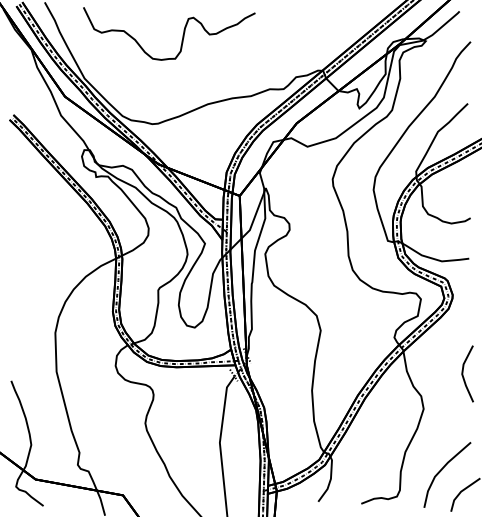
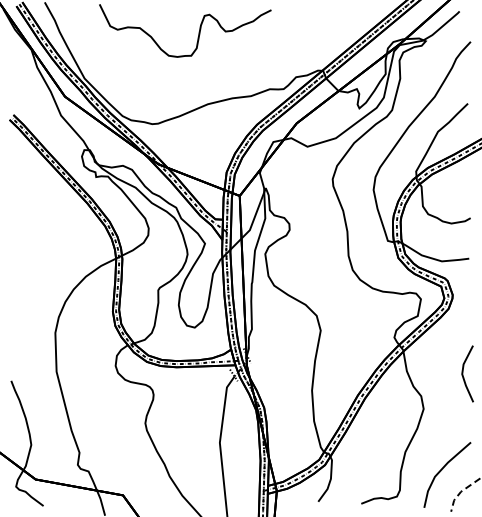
curve at (182, 35) position: (182, 35) -> (198, 32)
line at (461, 491): solid -> dashed
